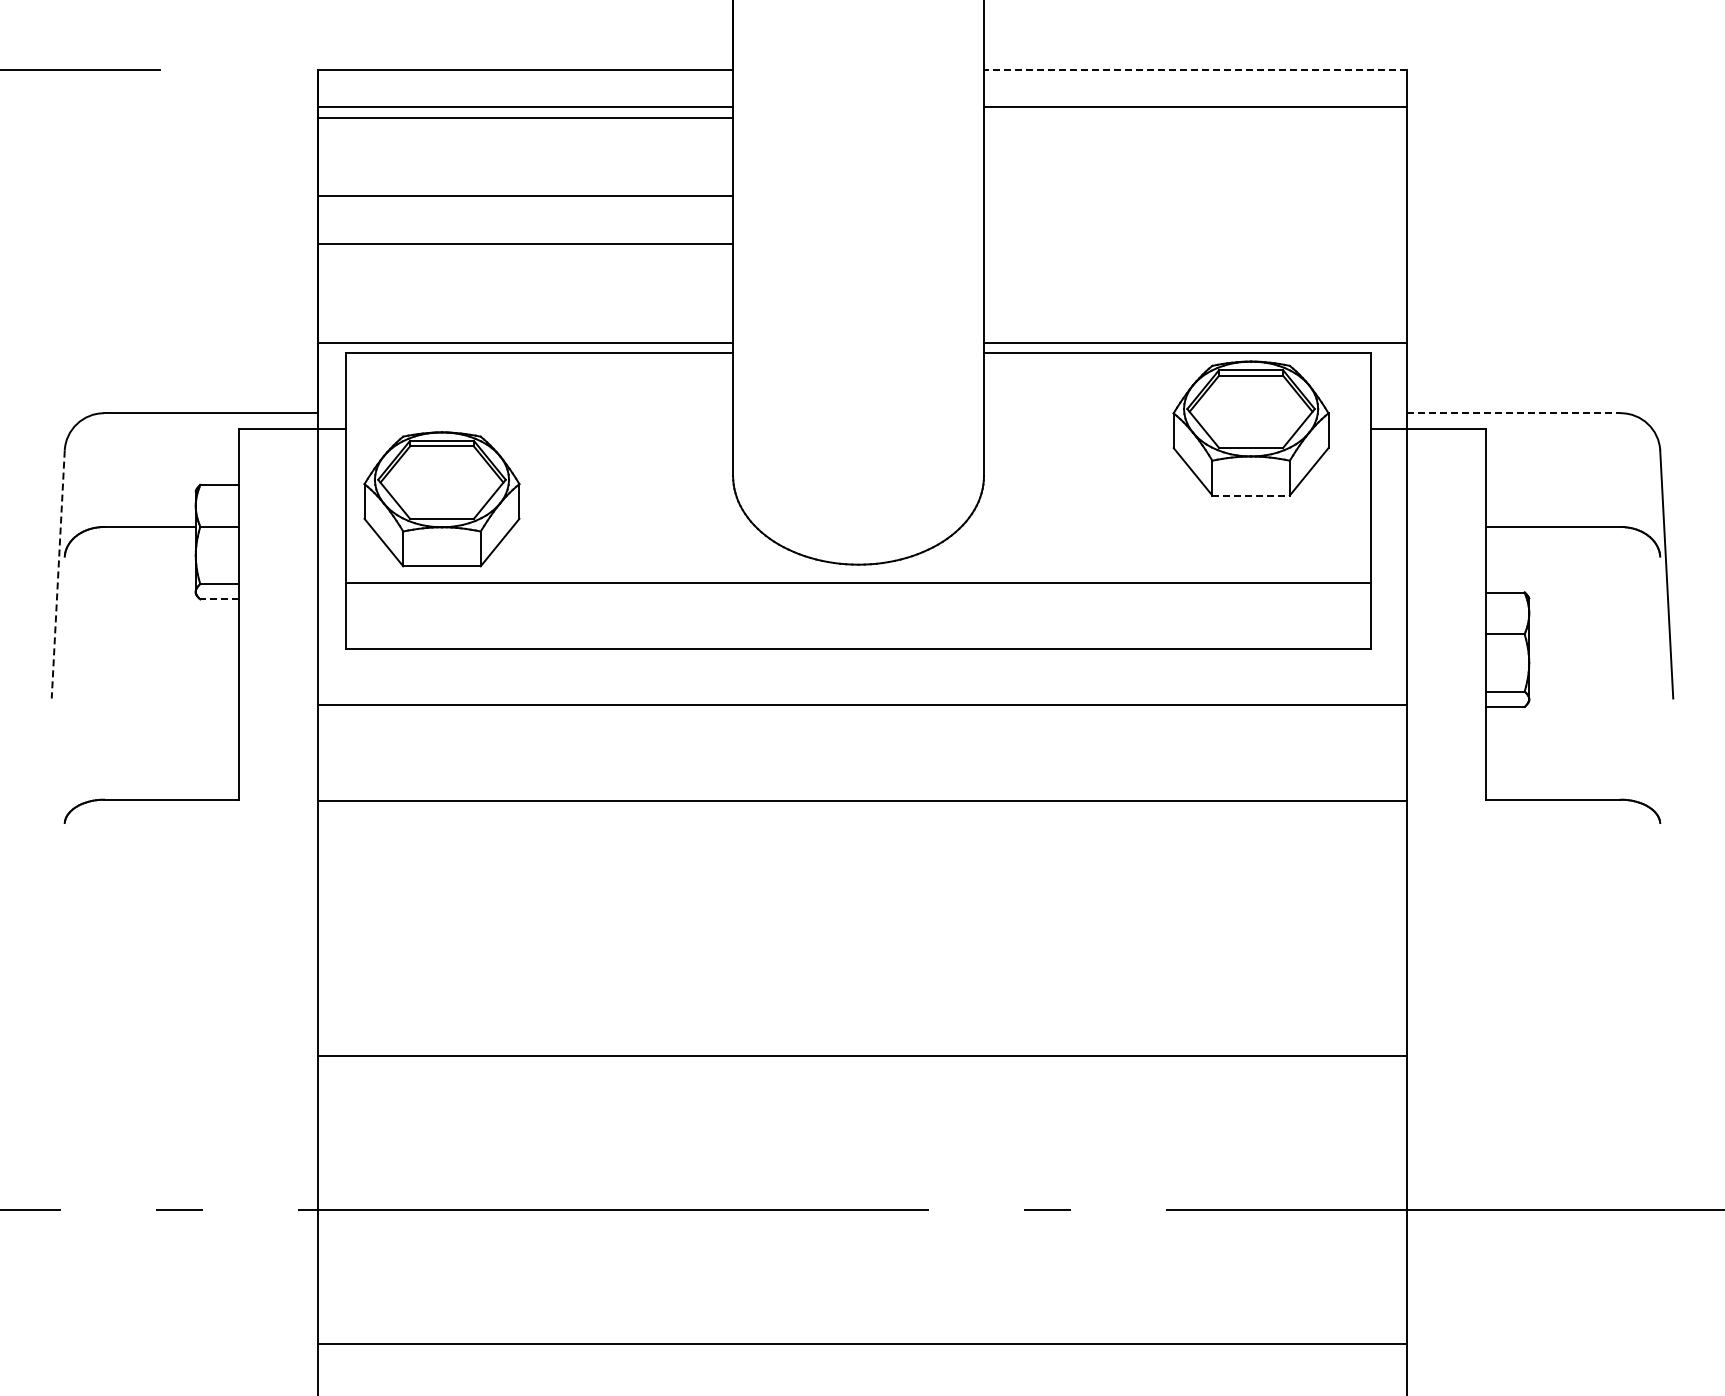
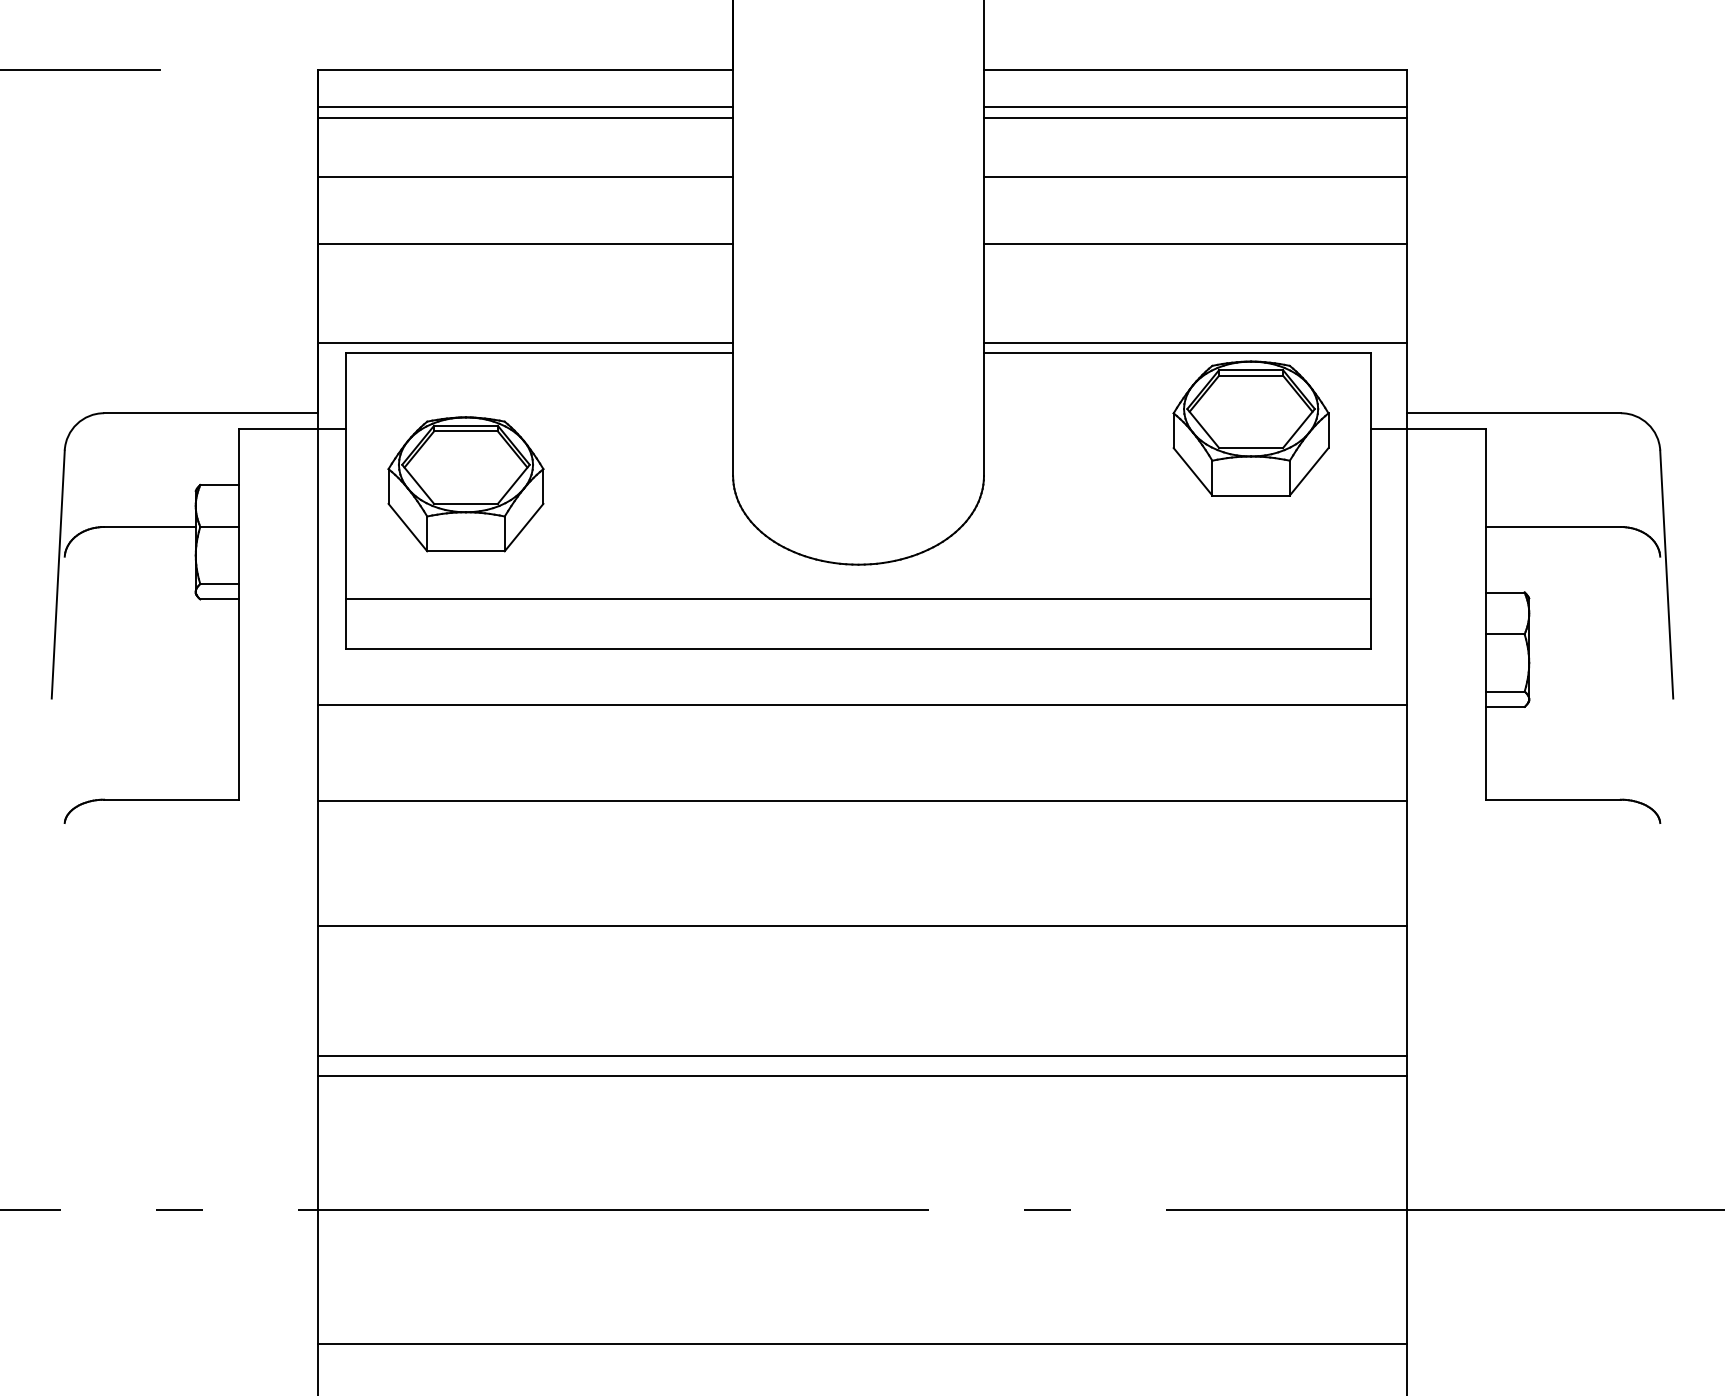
line at (1194, 70): dashed -> solid
line at (1195, 118): none -> present
line at (1195, 177): none -> present
line at (525, 196) position: (525, 196) -> (525, 177)
line at (1195, 243): none -> present
line at (1513, 413): dashed -> solid
line at (1251, 495): dashed -> solid
part at (441, 499) position: (441, 499) -> (465, 484)
line at (58, 575): dashed -> solid
line at (858, 582) position: (858, 582) -> (858, 598)
line at (219, 599): dashed -> solid
line at (862, 926): none -> present
line at (862, 1076): none -> present
